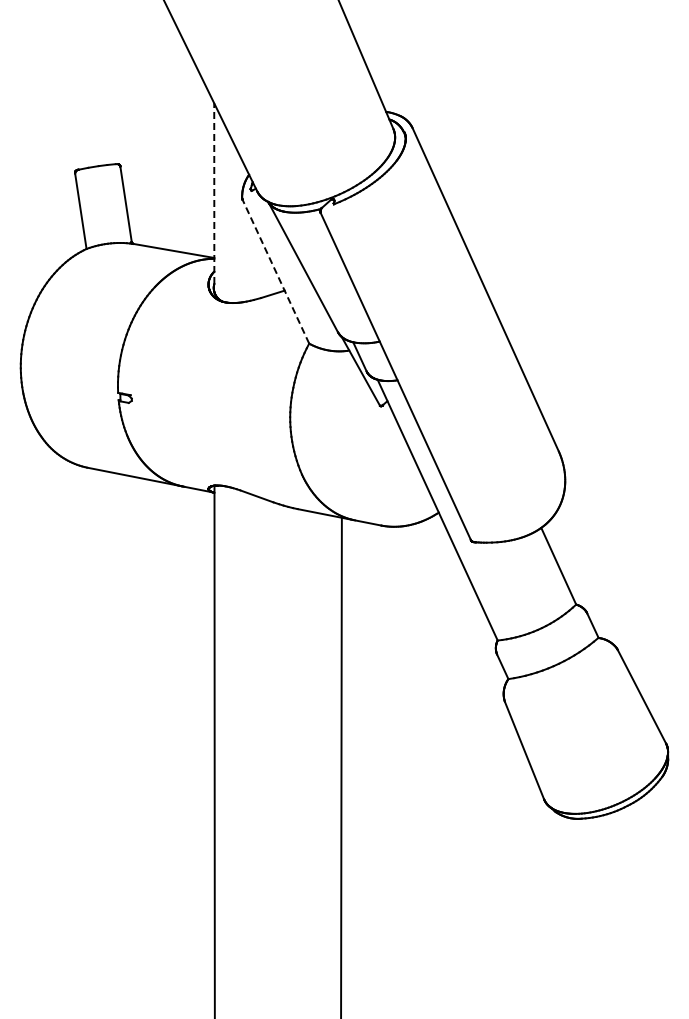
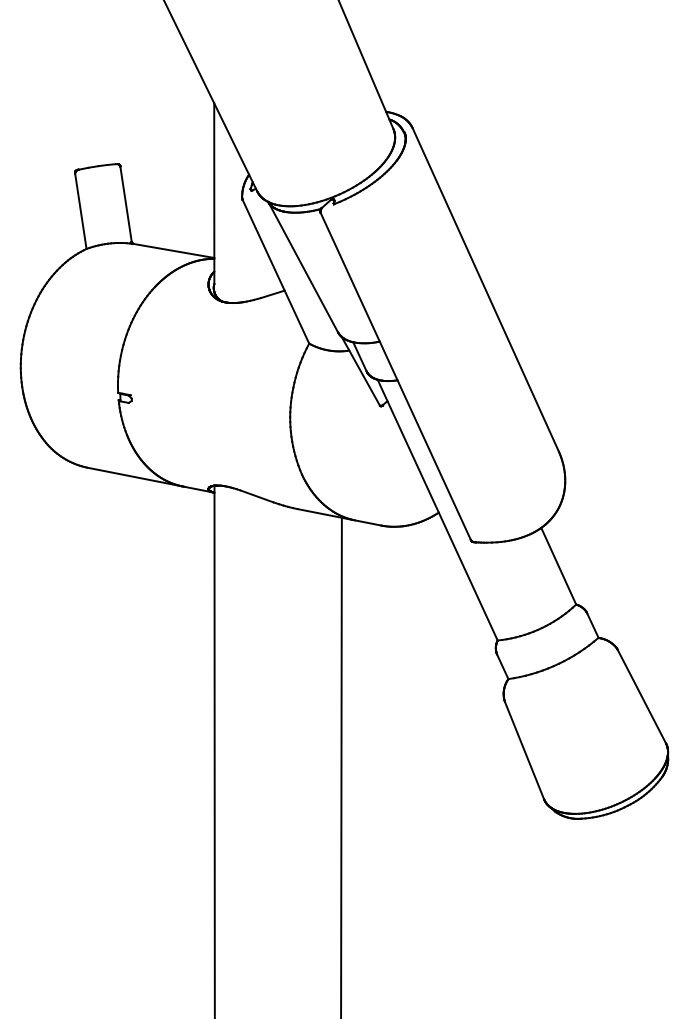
line at (214, 193): dashed -> solid
line at (275, 271): dashed -> solid
